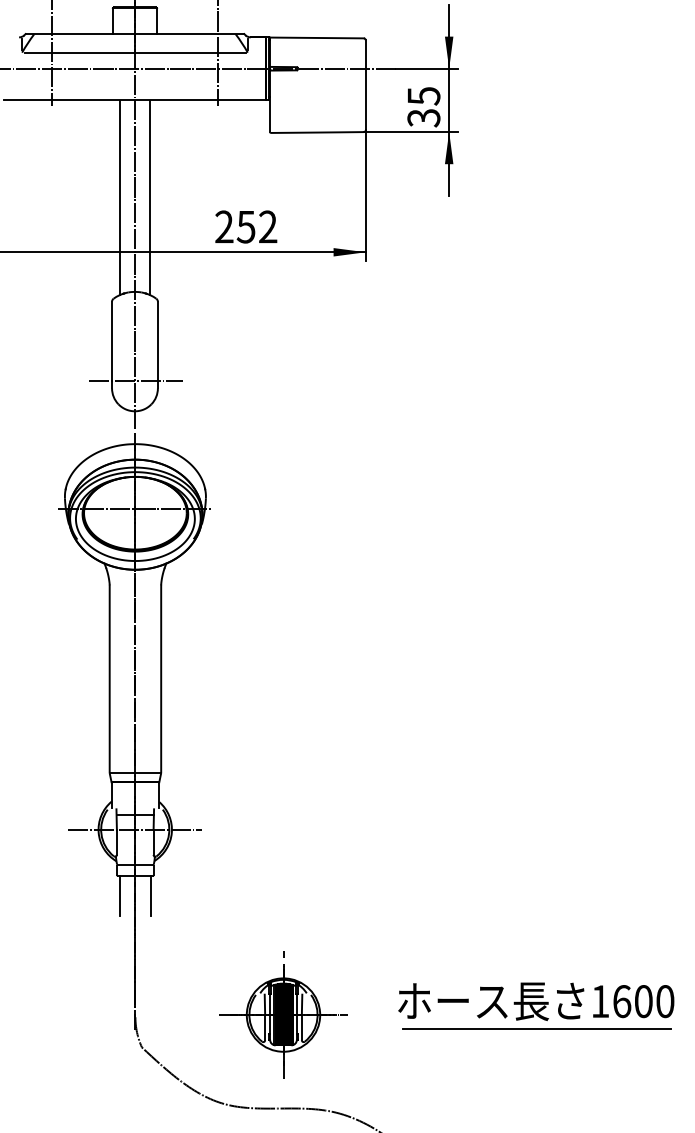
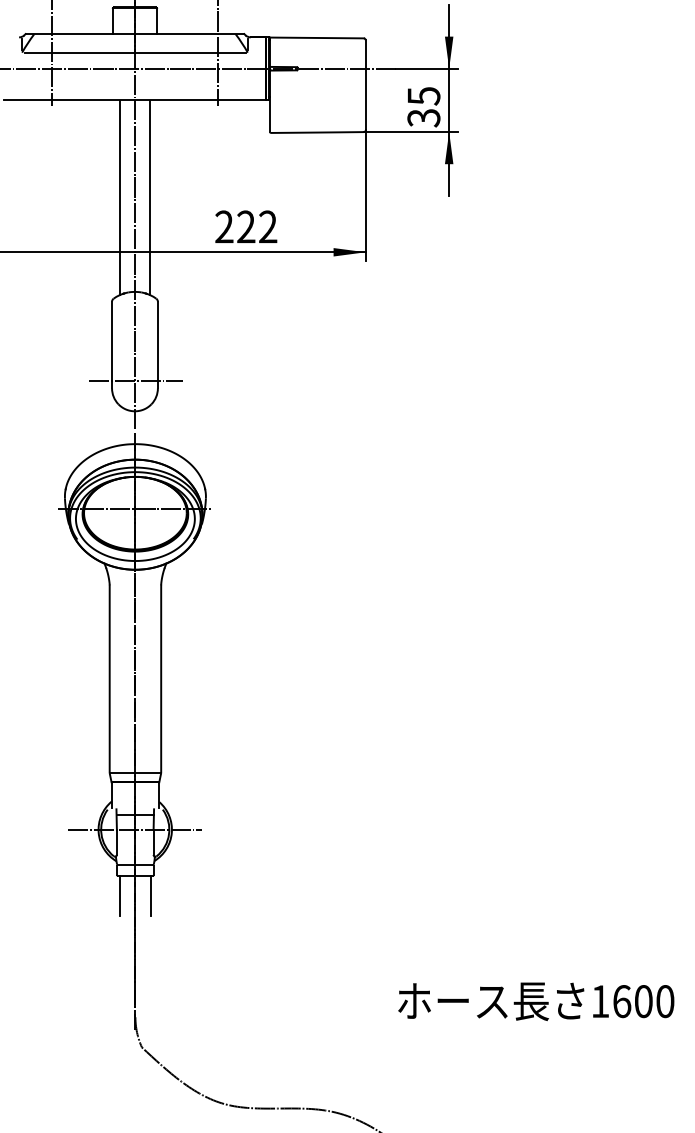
text at (245, 226): 252 -> 222
part at (283, 1014): present -> none
line at (536, 1028): present -> none
